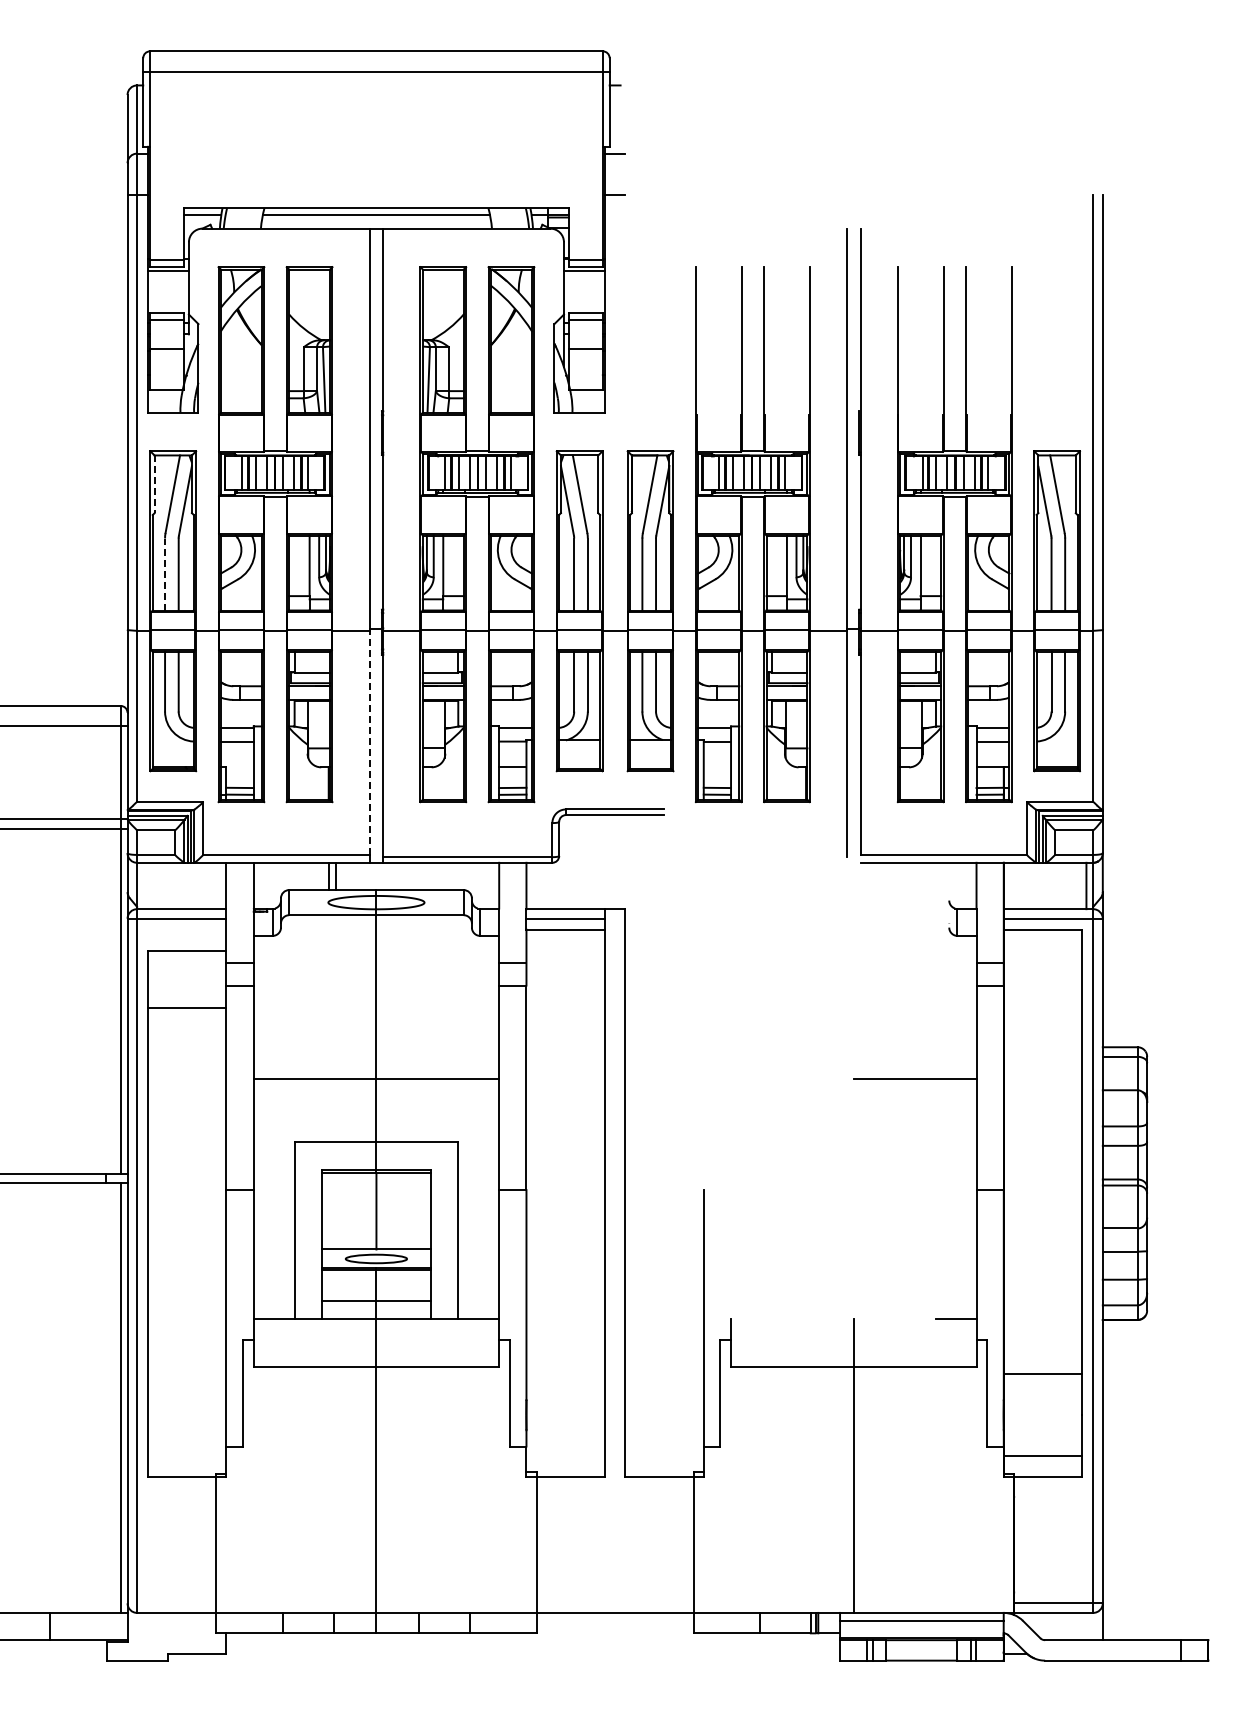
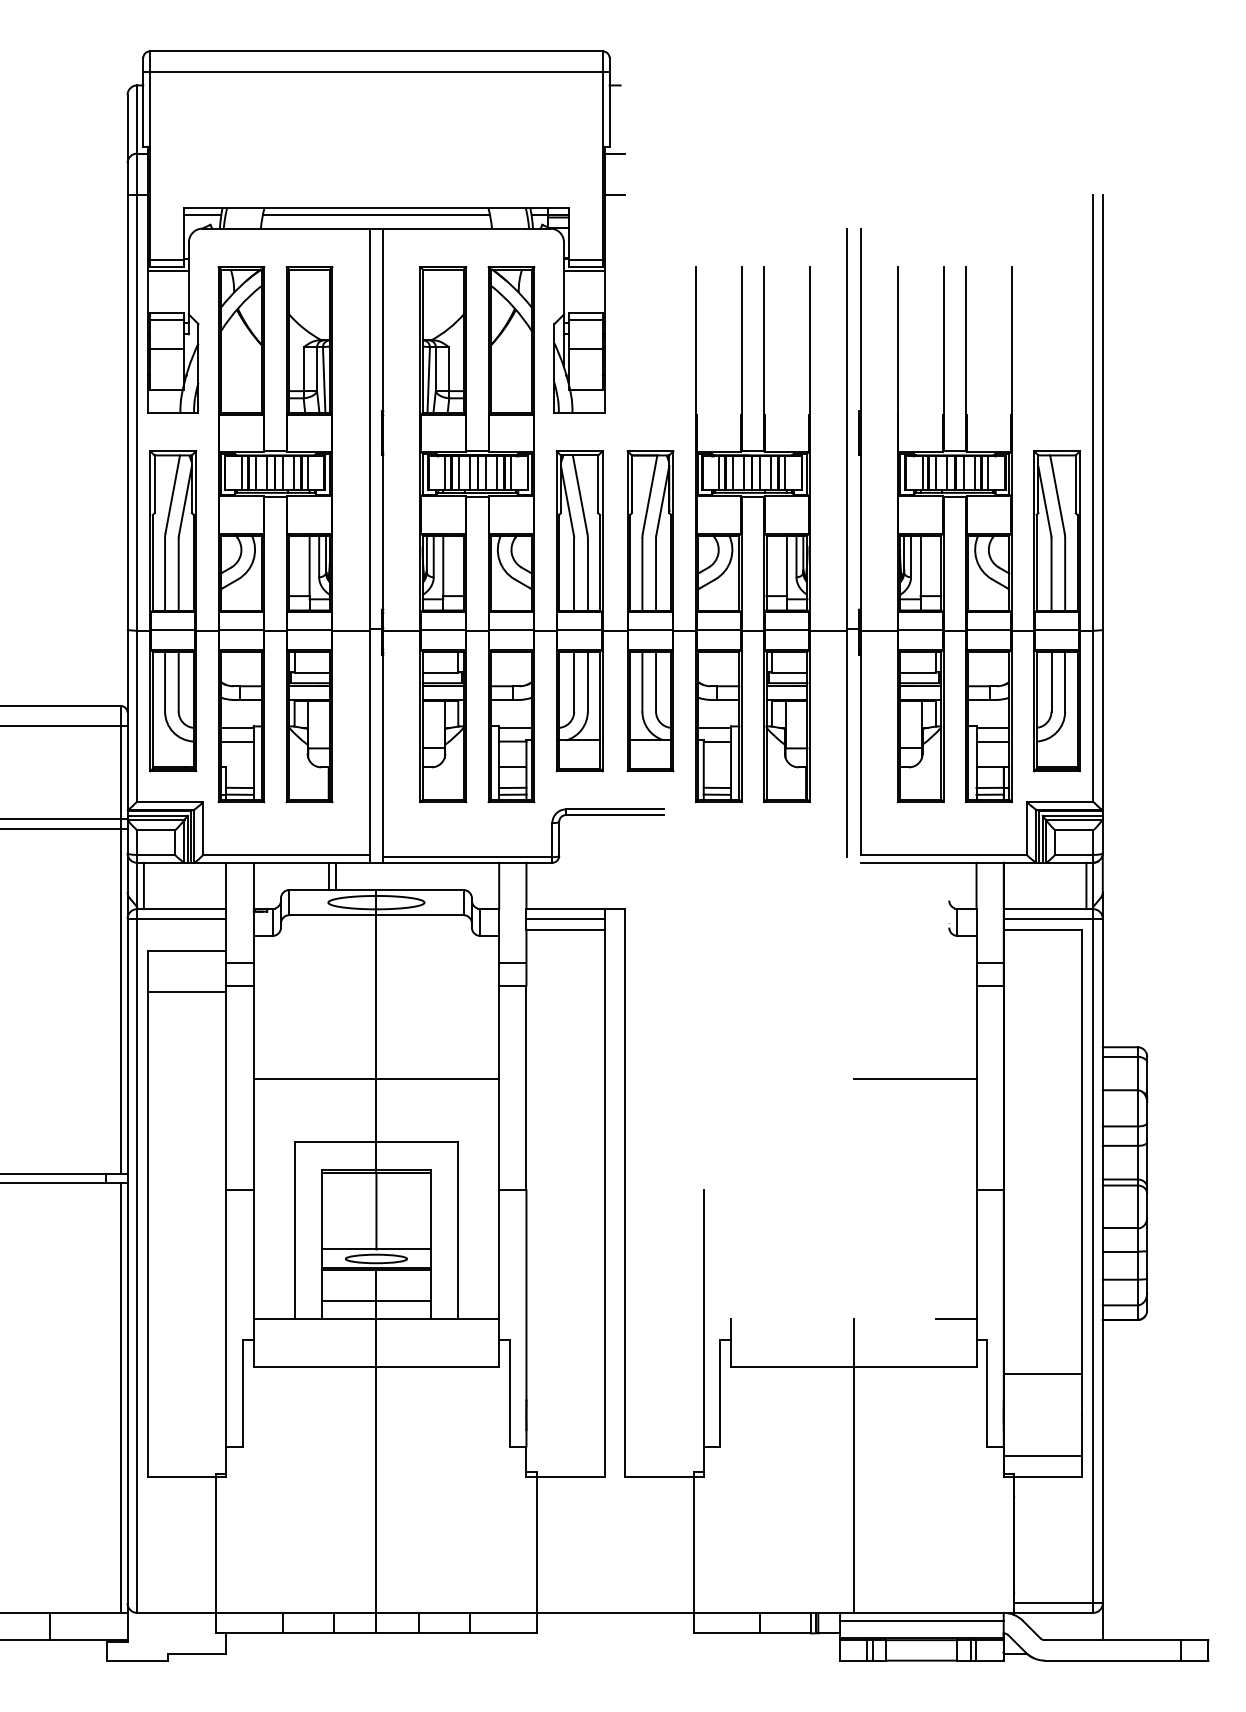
line at (154, 484): dashed -> solid
line at (165, 574): dashed -> solid
line at (369, 742): dashed -> solid
line at (143, 885): none -> present
line at (187, 1008) position: (187, 1008) -> (187, 992)
